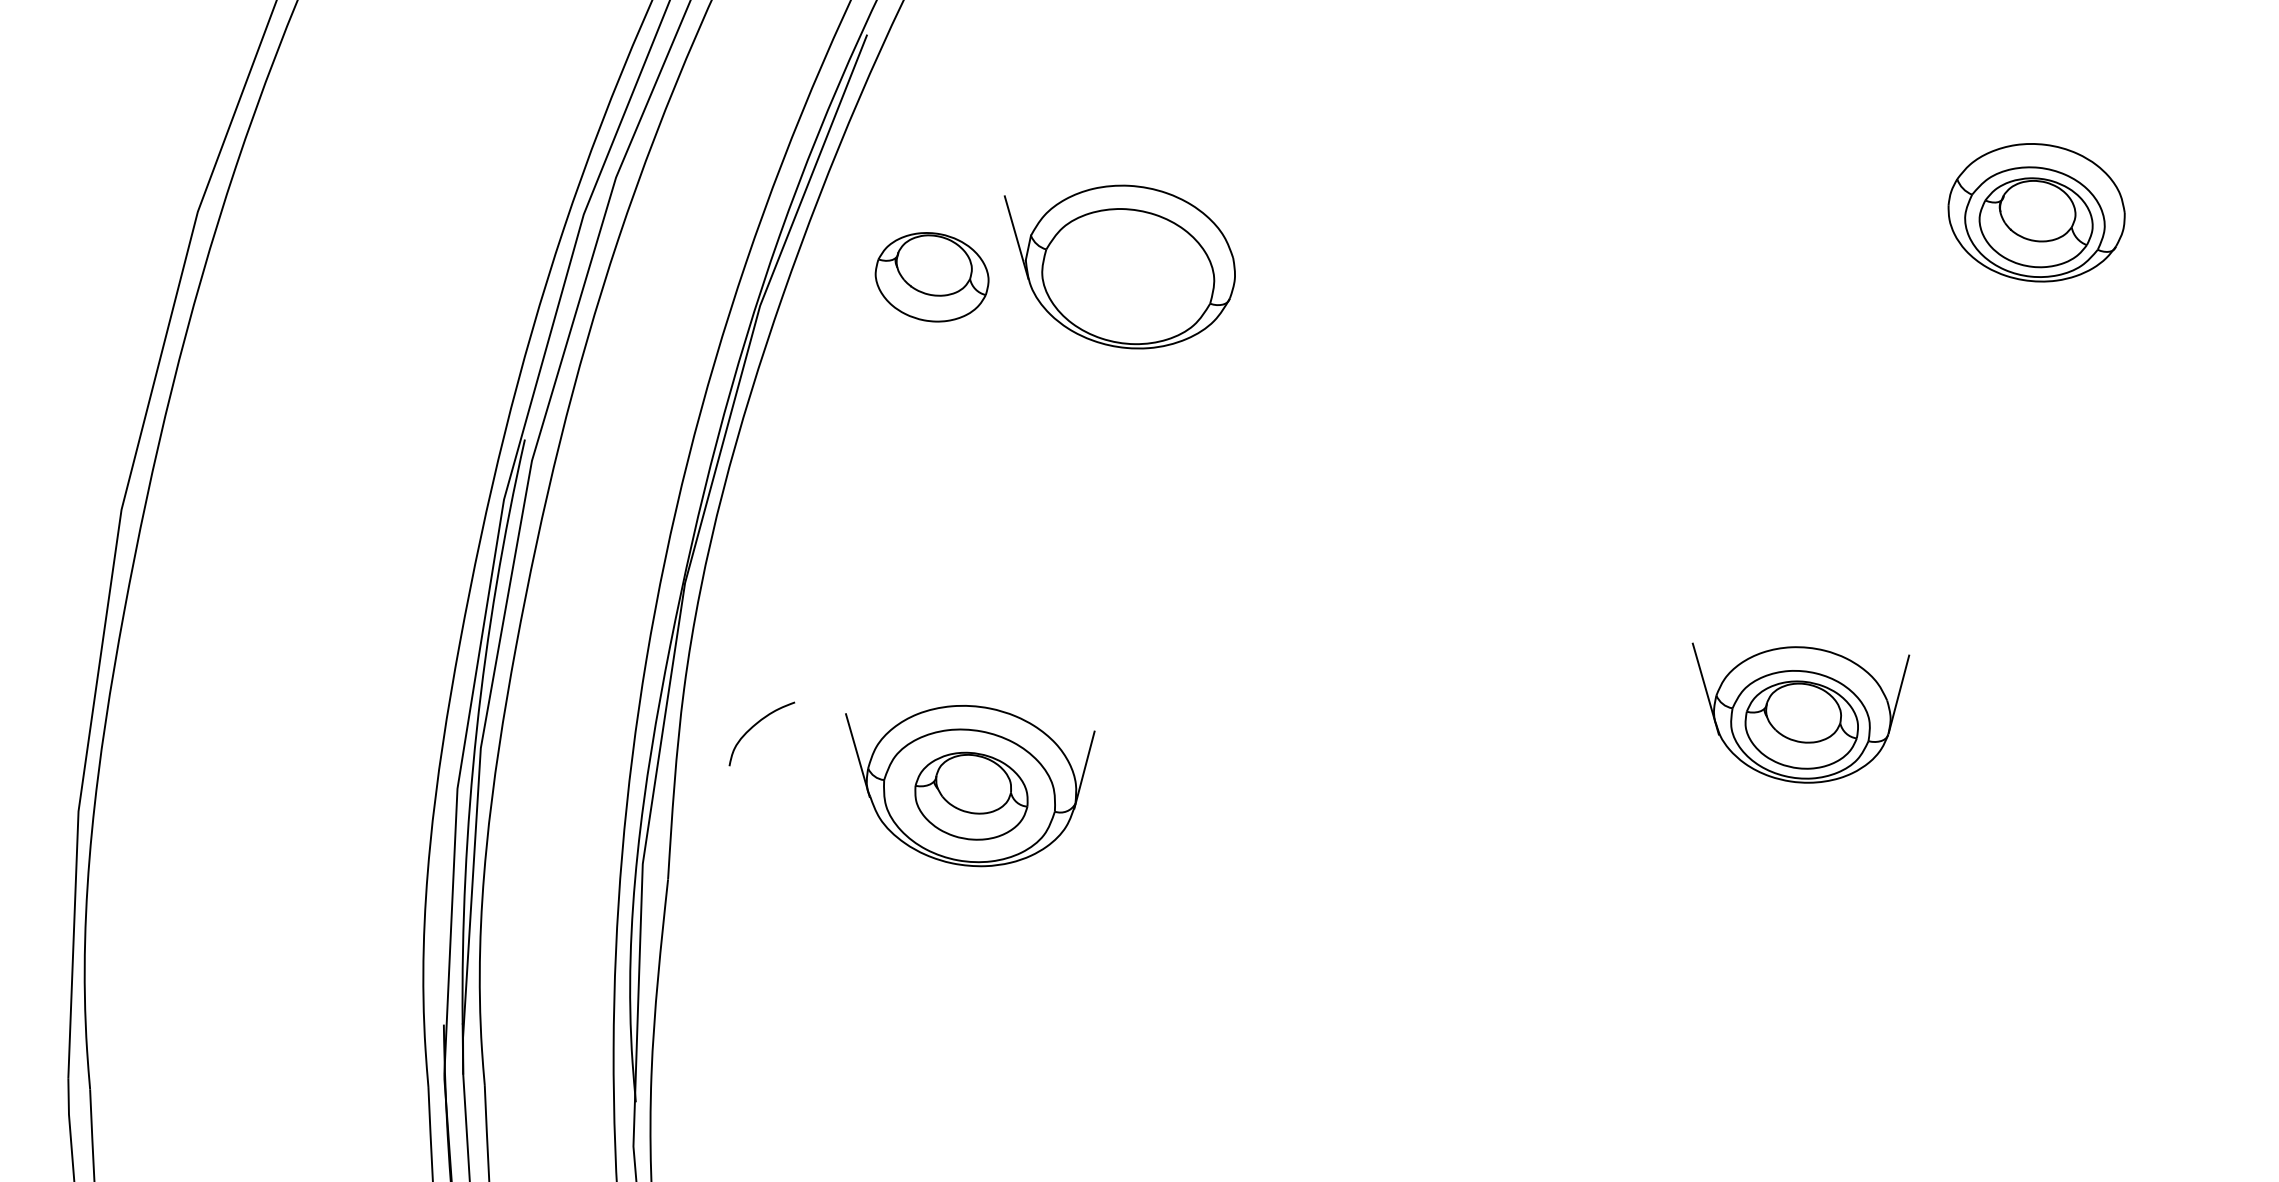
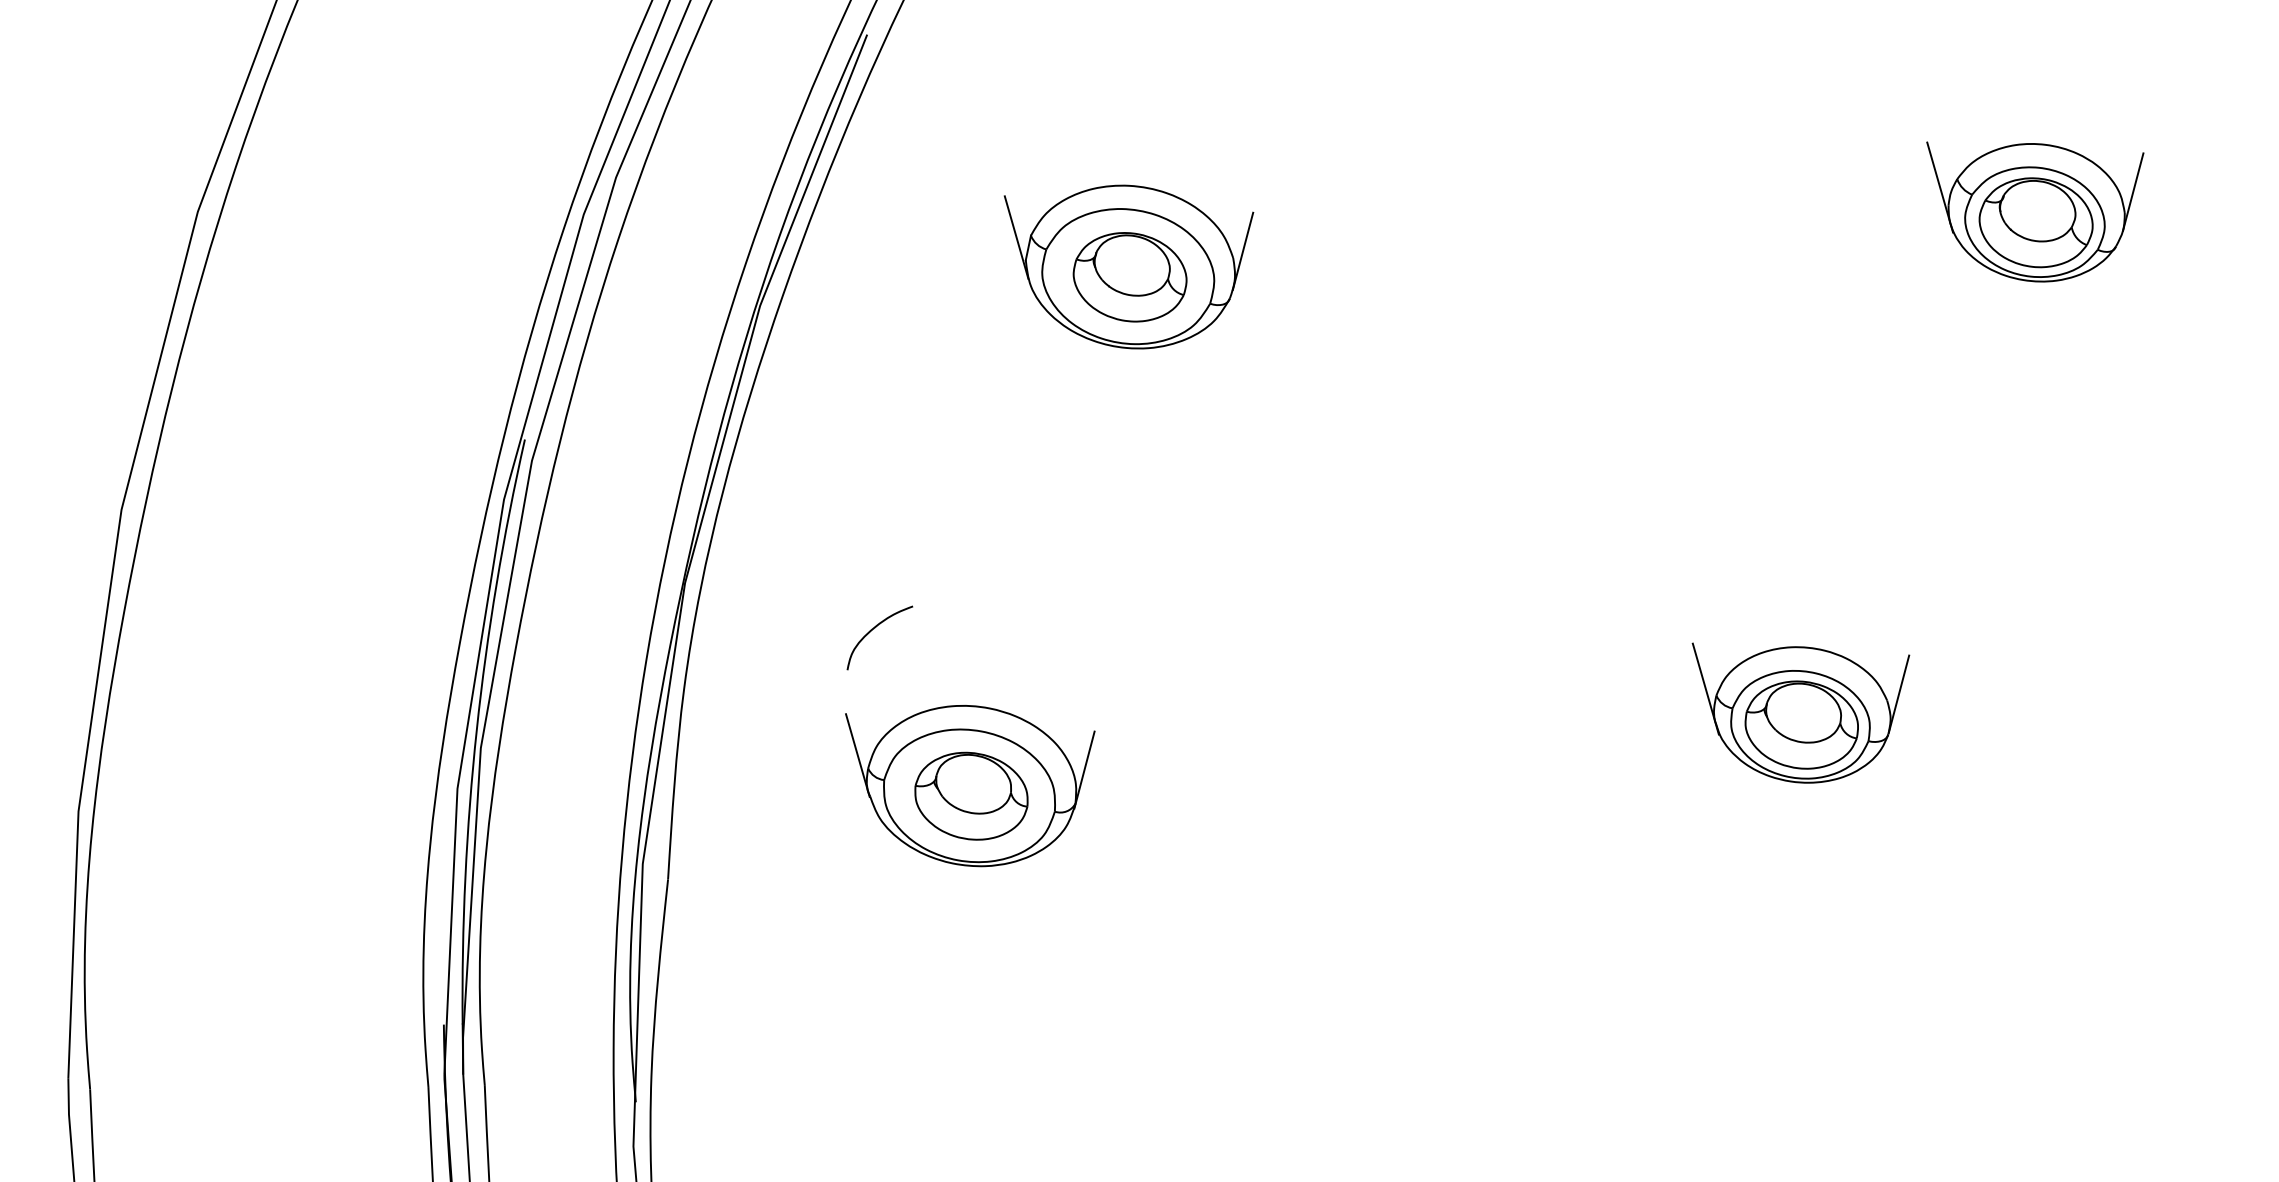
line at (1940, 187): none -> present
line at (2133, 191): none -> present
line at (1242, 250): none -> present
part at (931, 277) position: (931, 277) -> (1129, 277)
curve at (757, 724) position: (757, 724) -> (875, 628)
